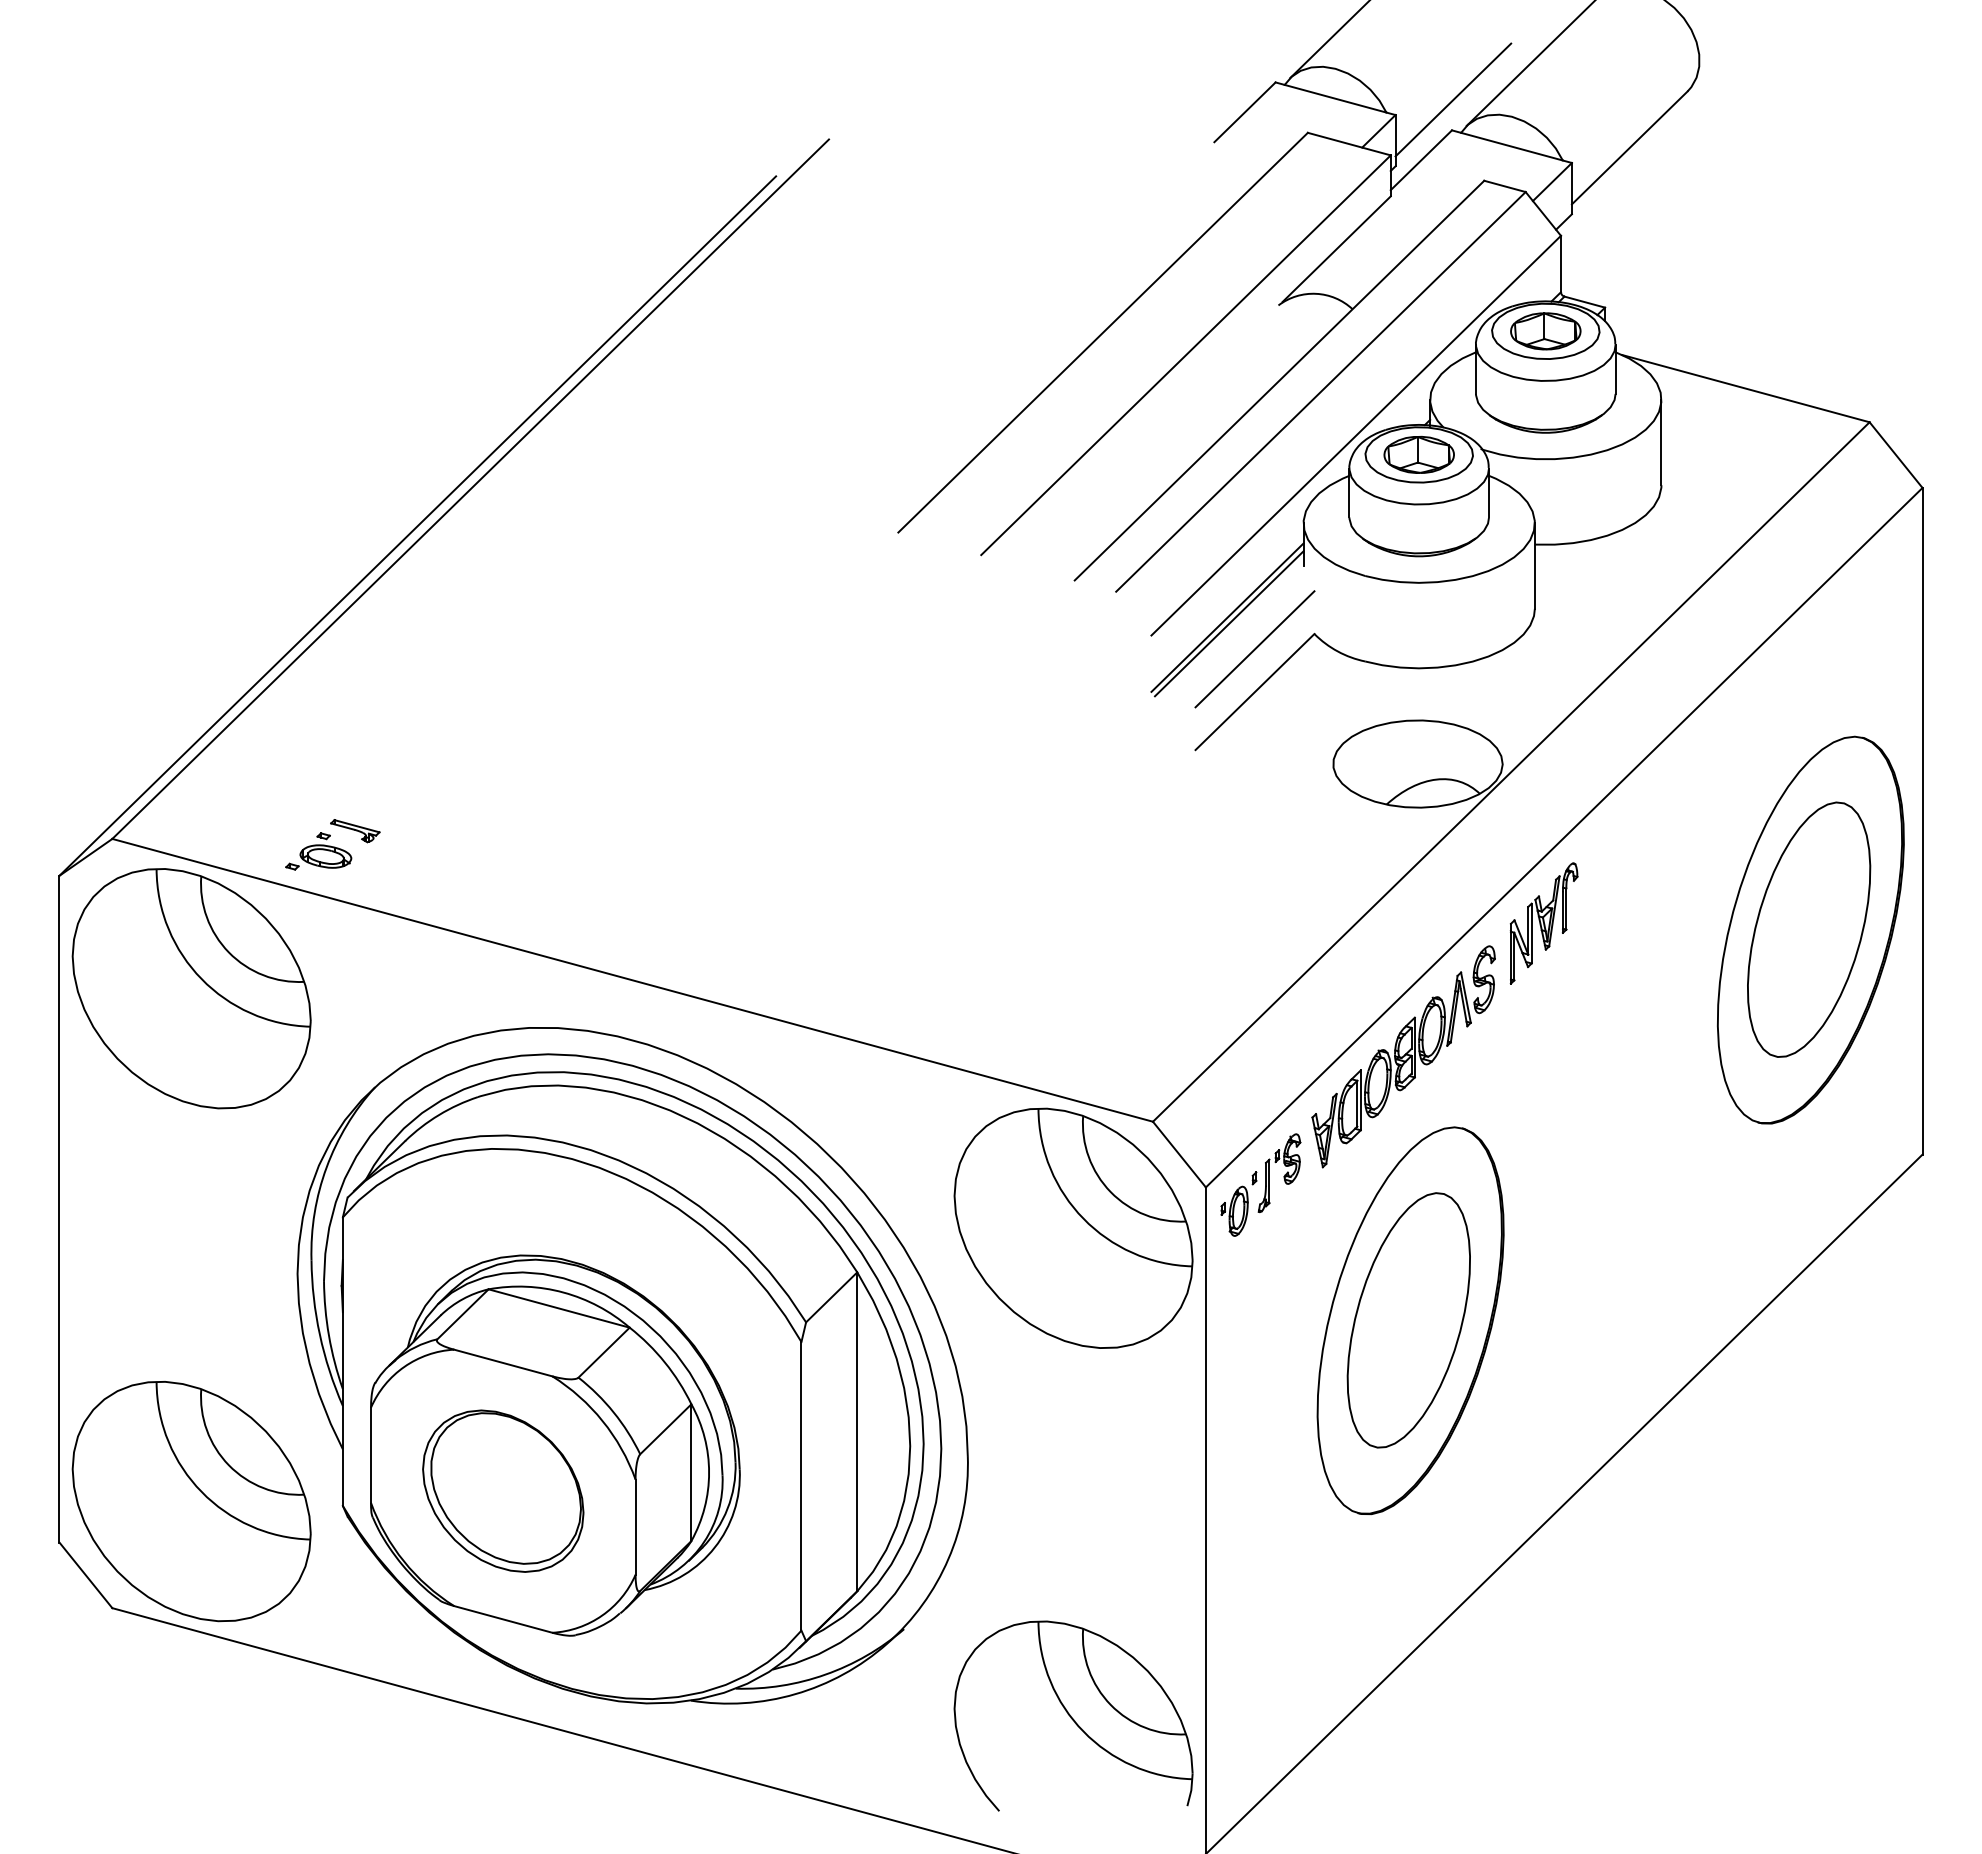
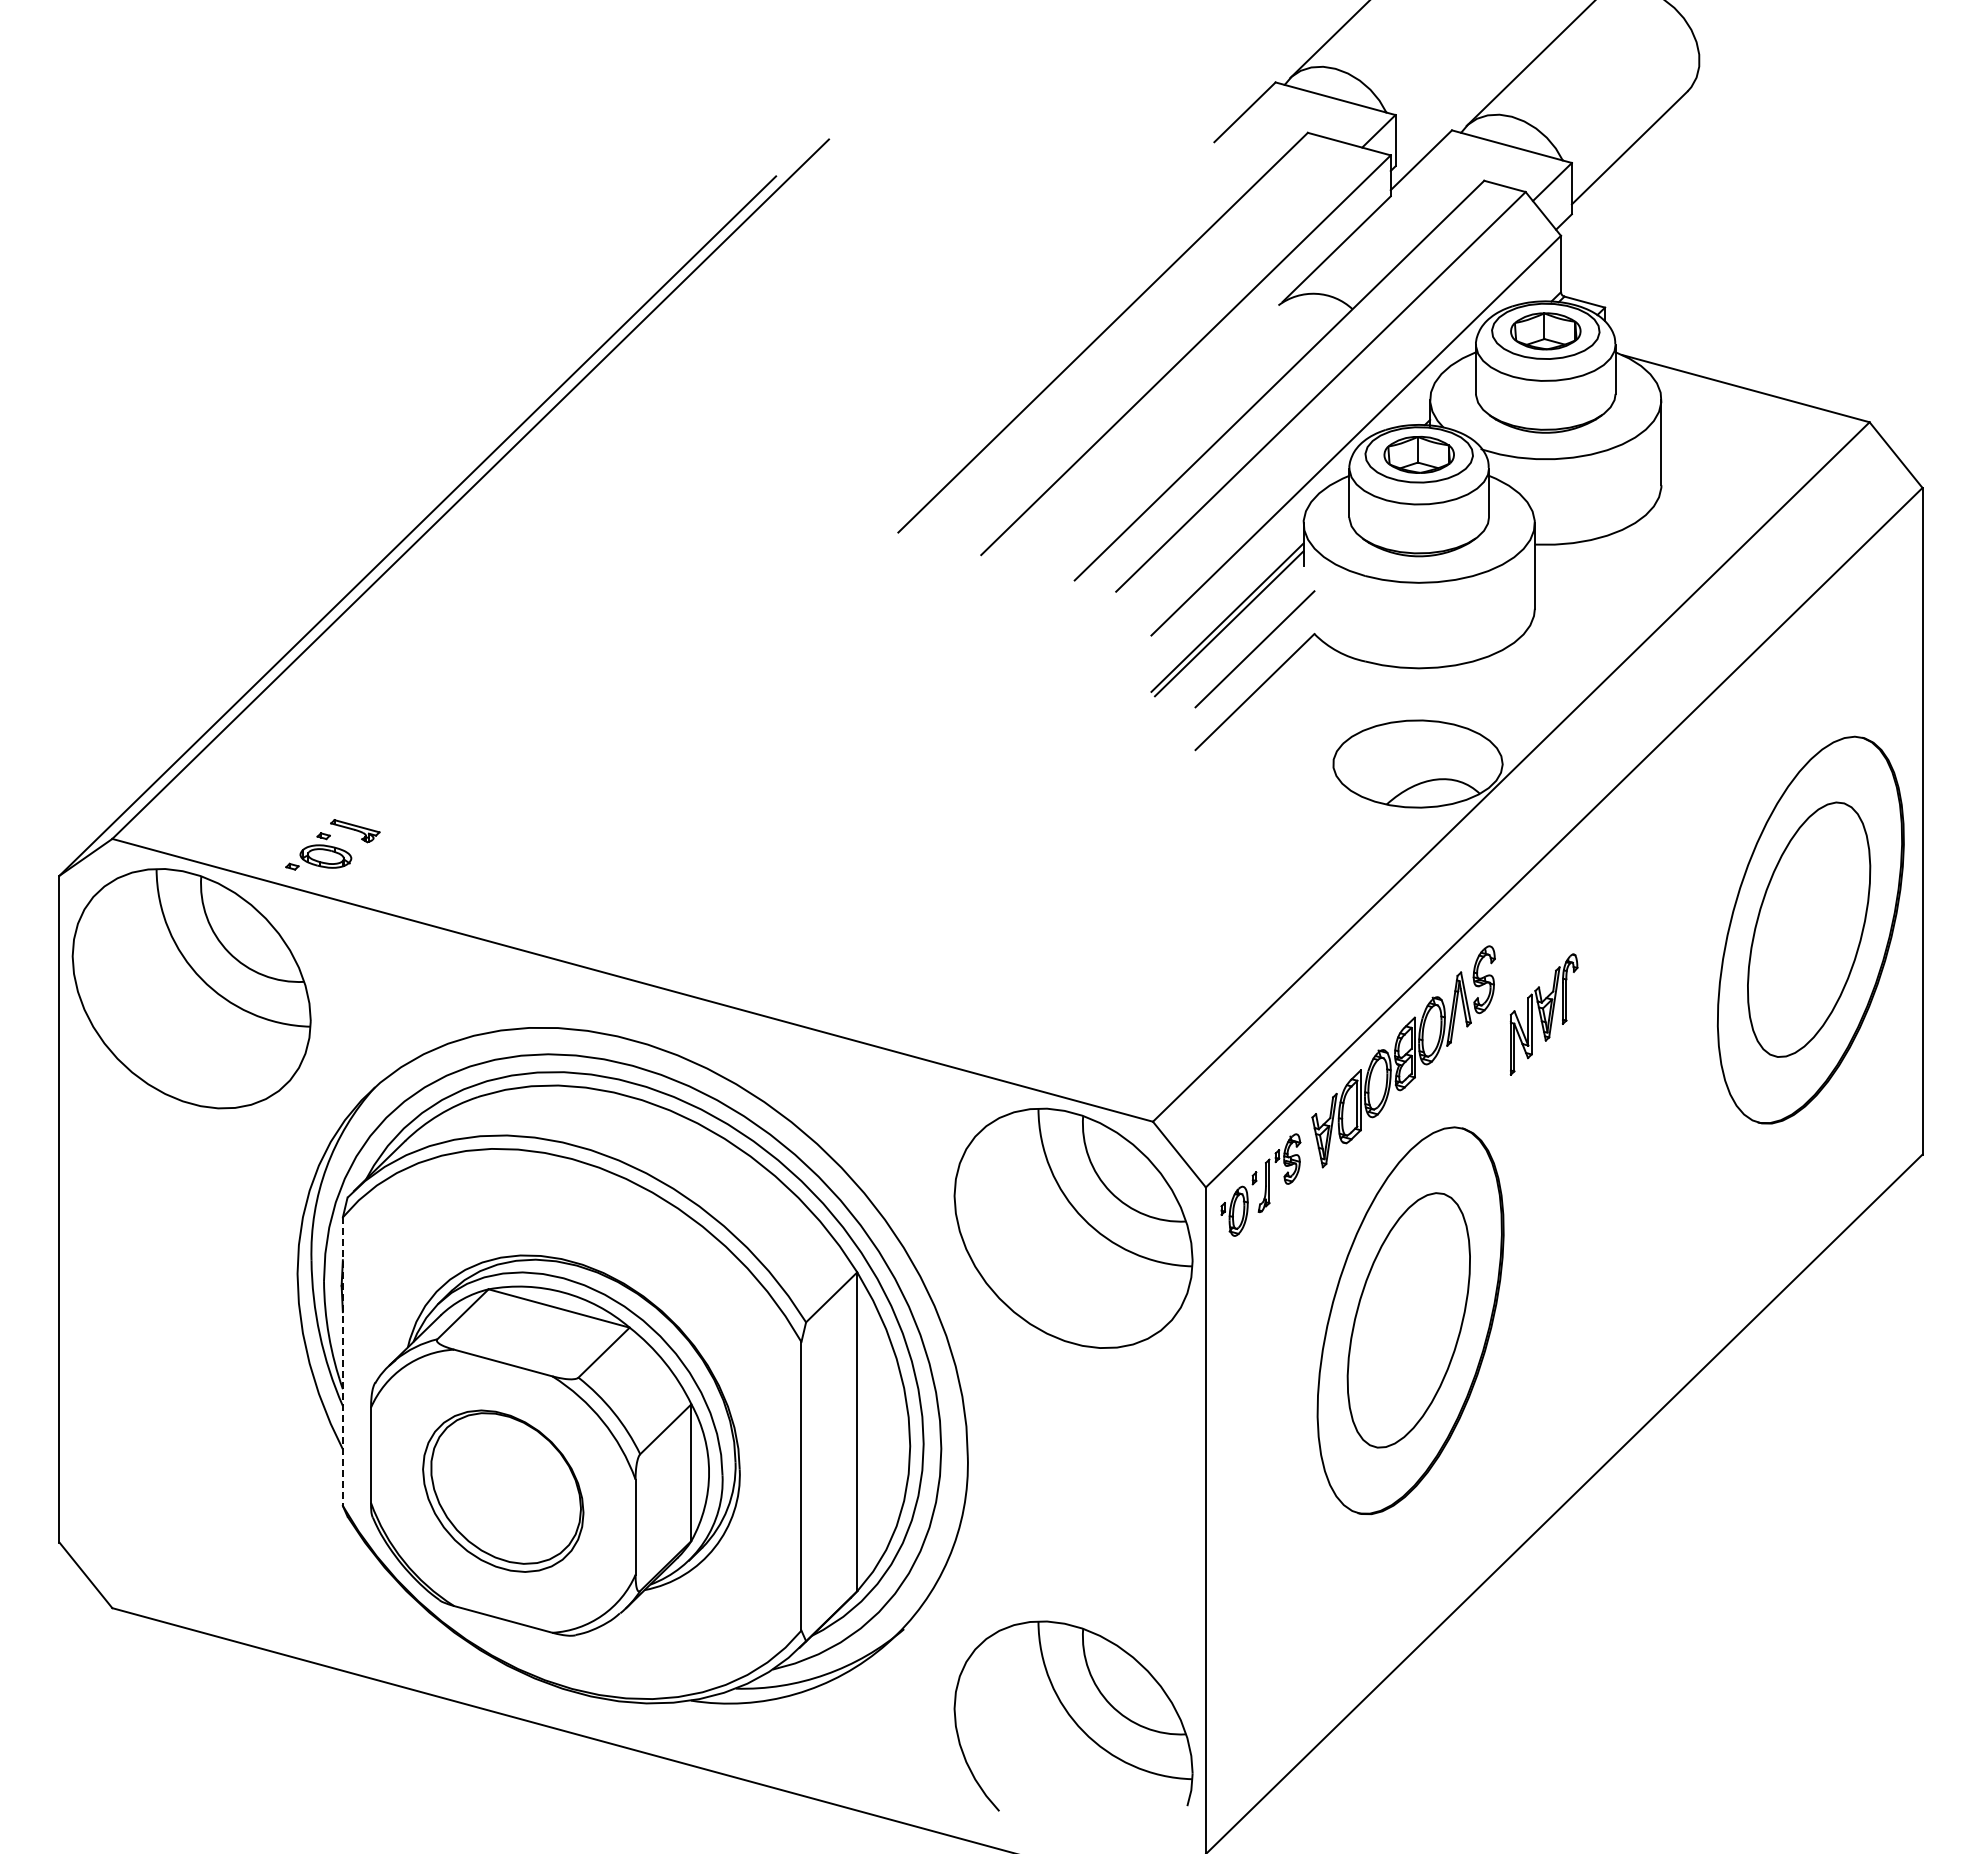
line at (1453, 99): present -> none
part at (1543, 923) position: (1543, 923) -> (1543, 1014)
line at (342, 1362): solid -> dashed
part at (191, 1501): present -> none
